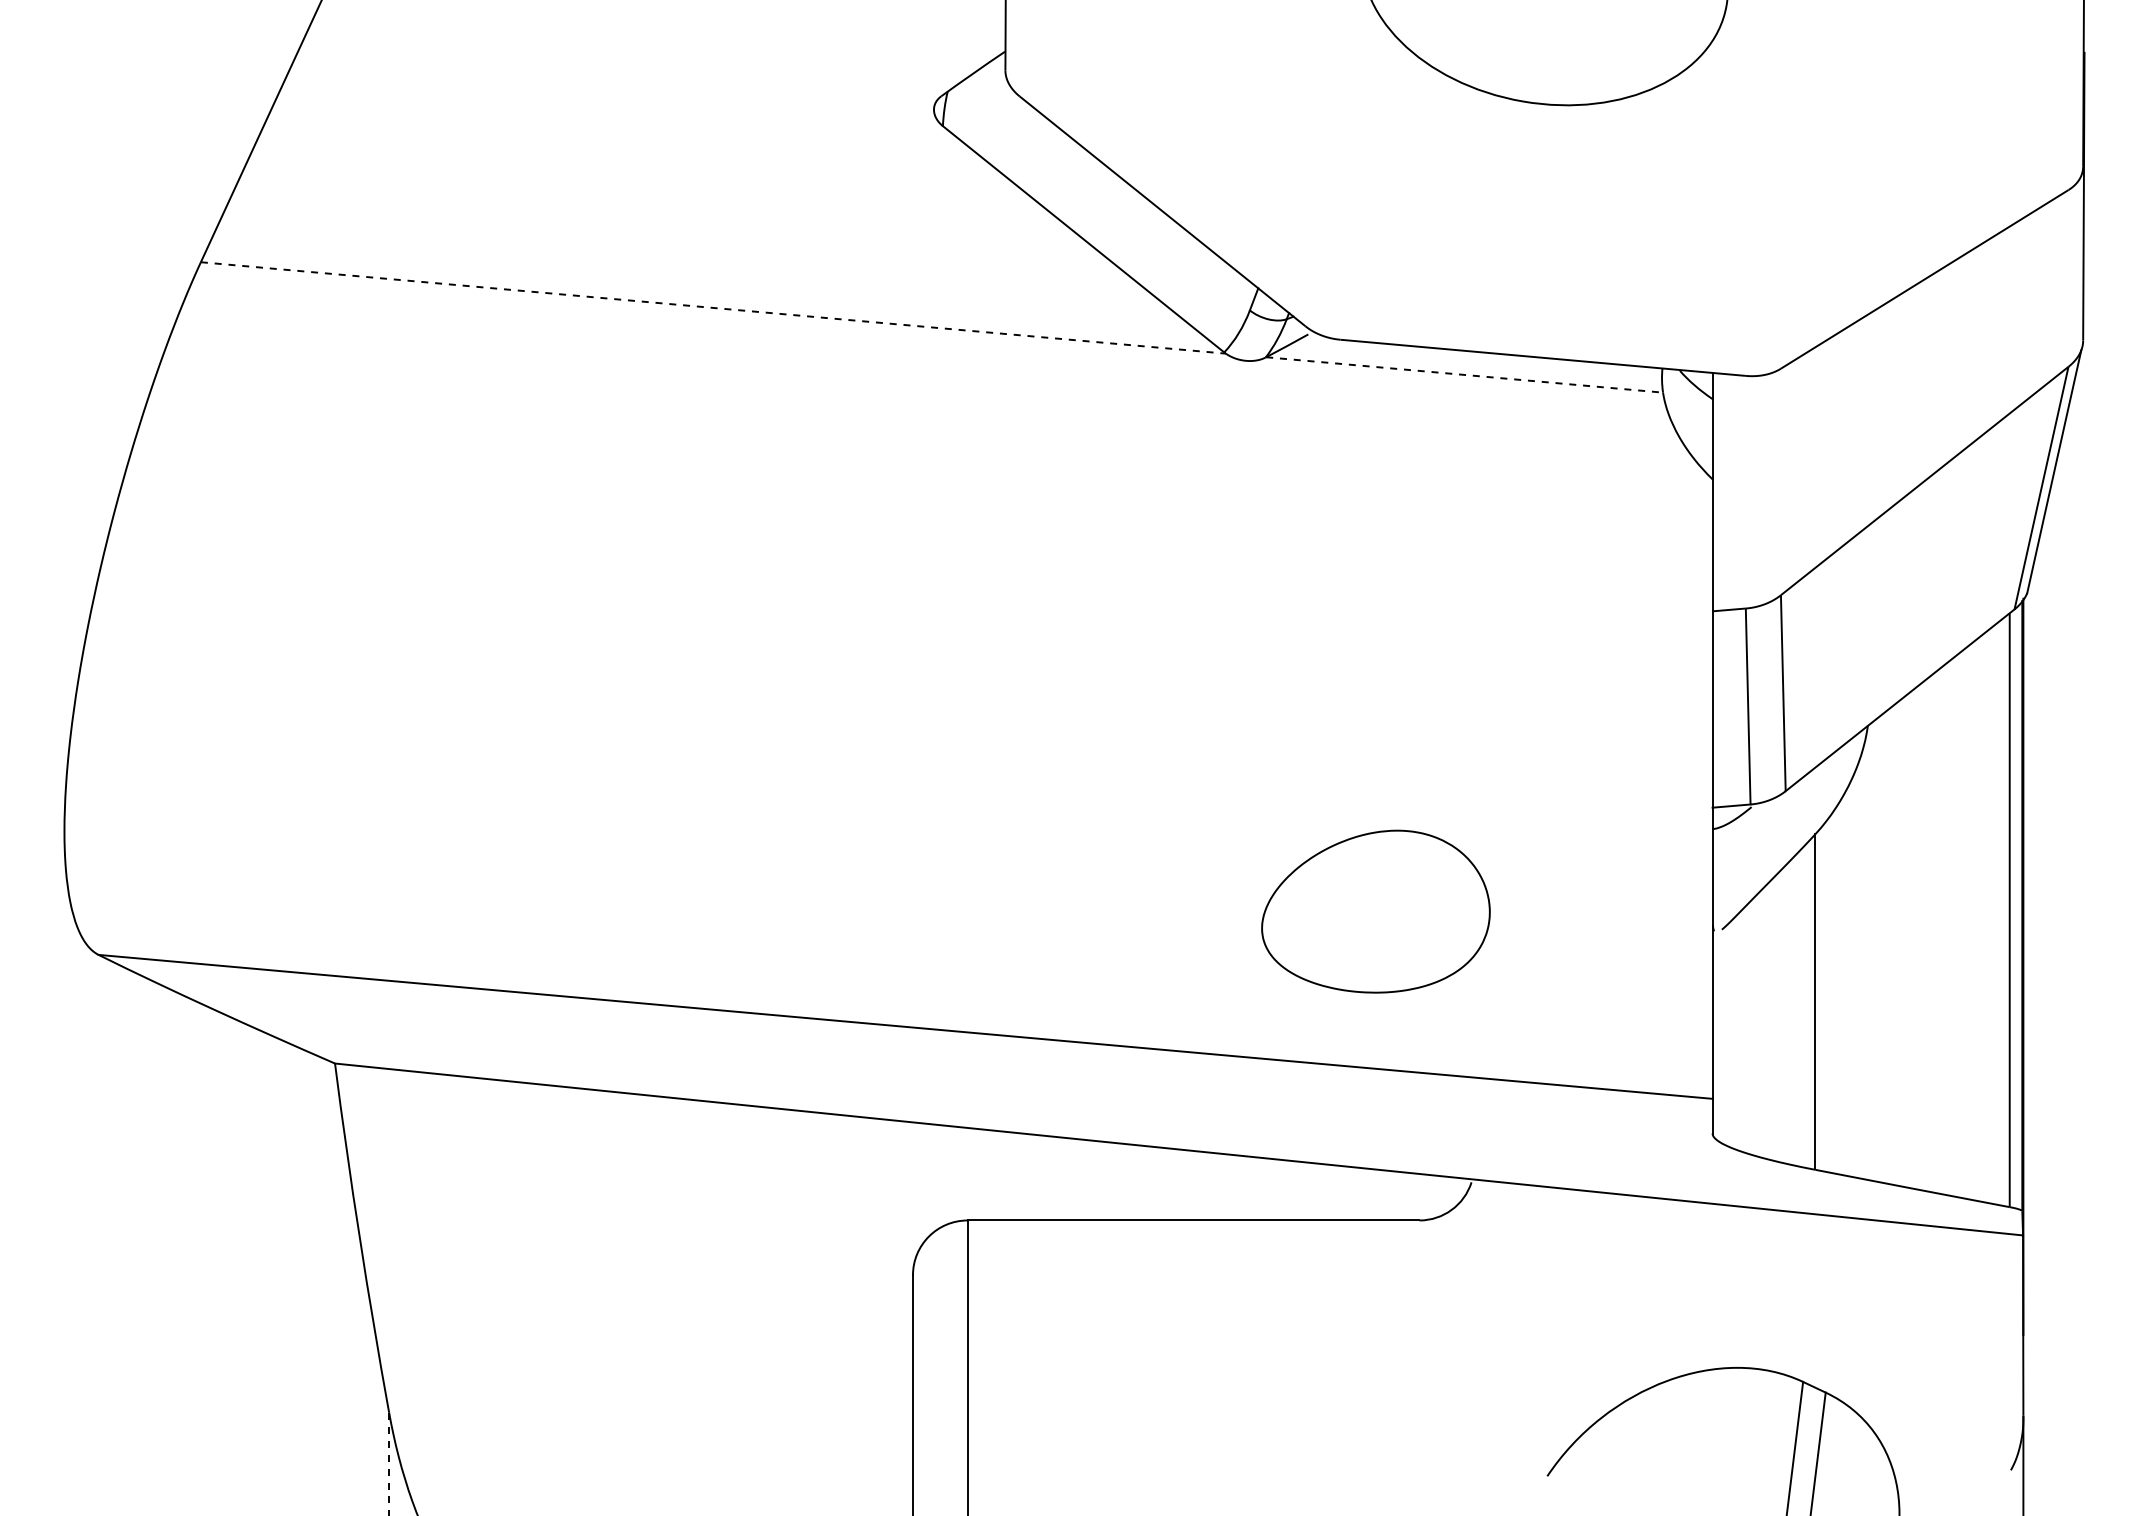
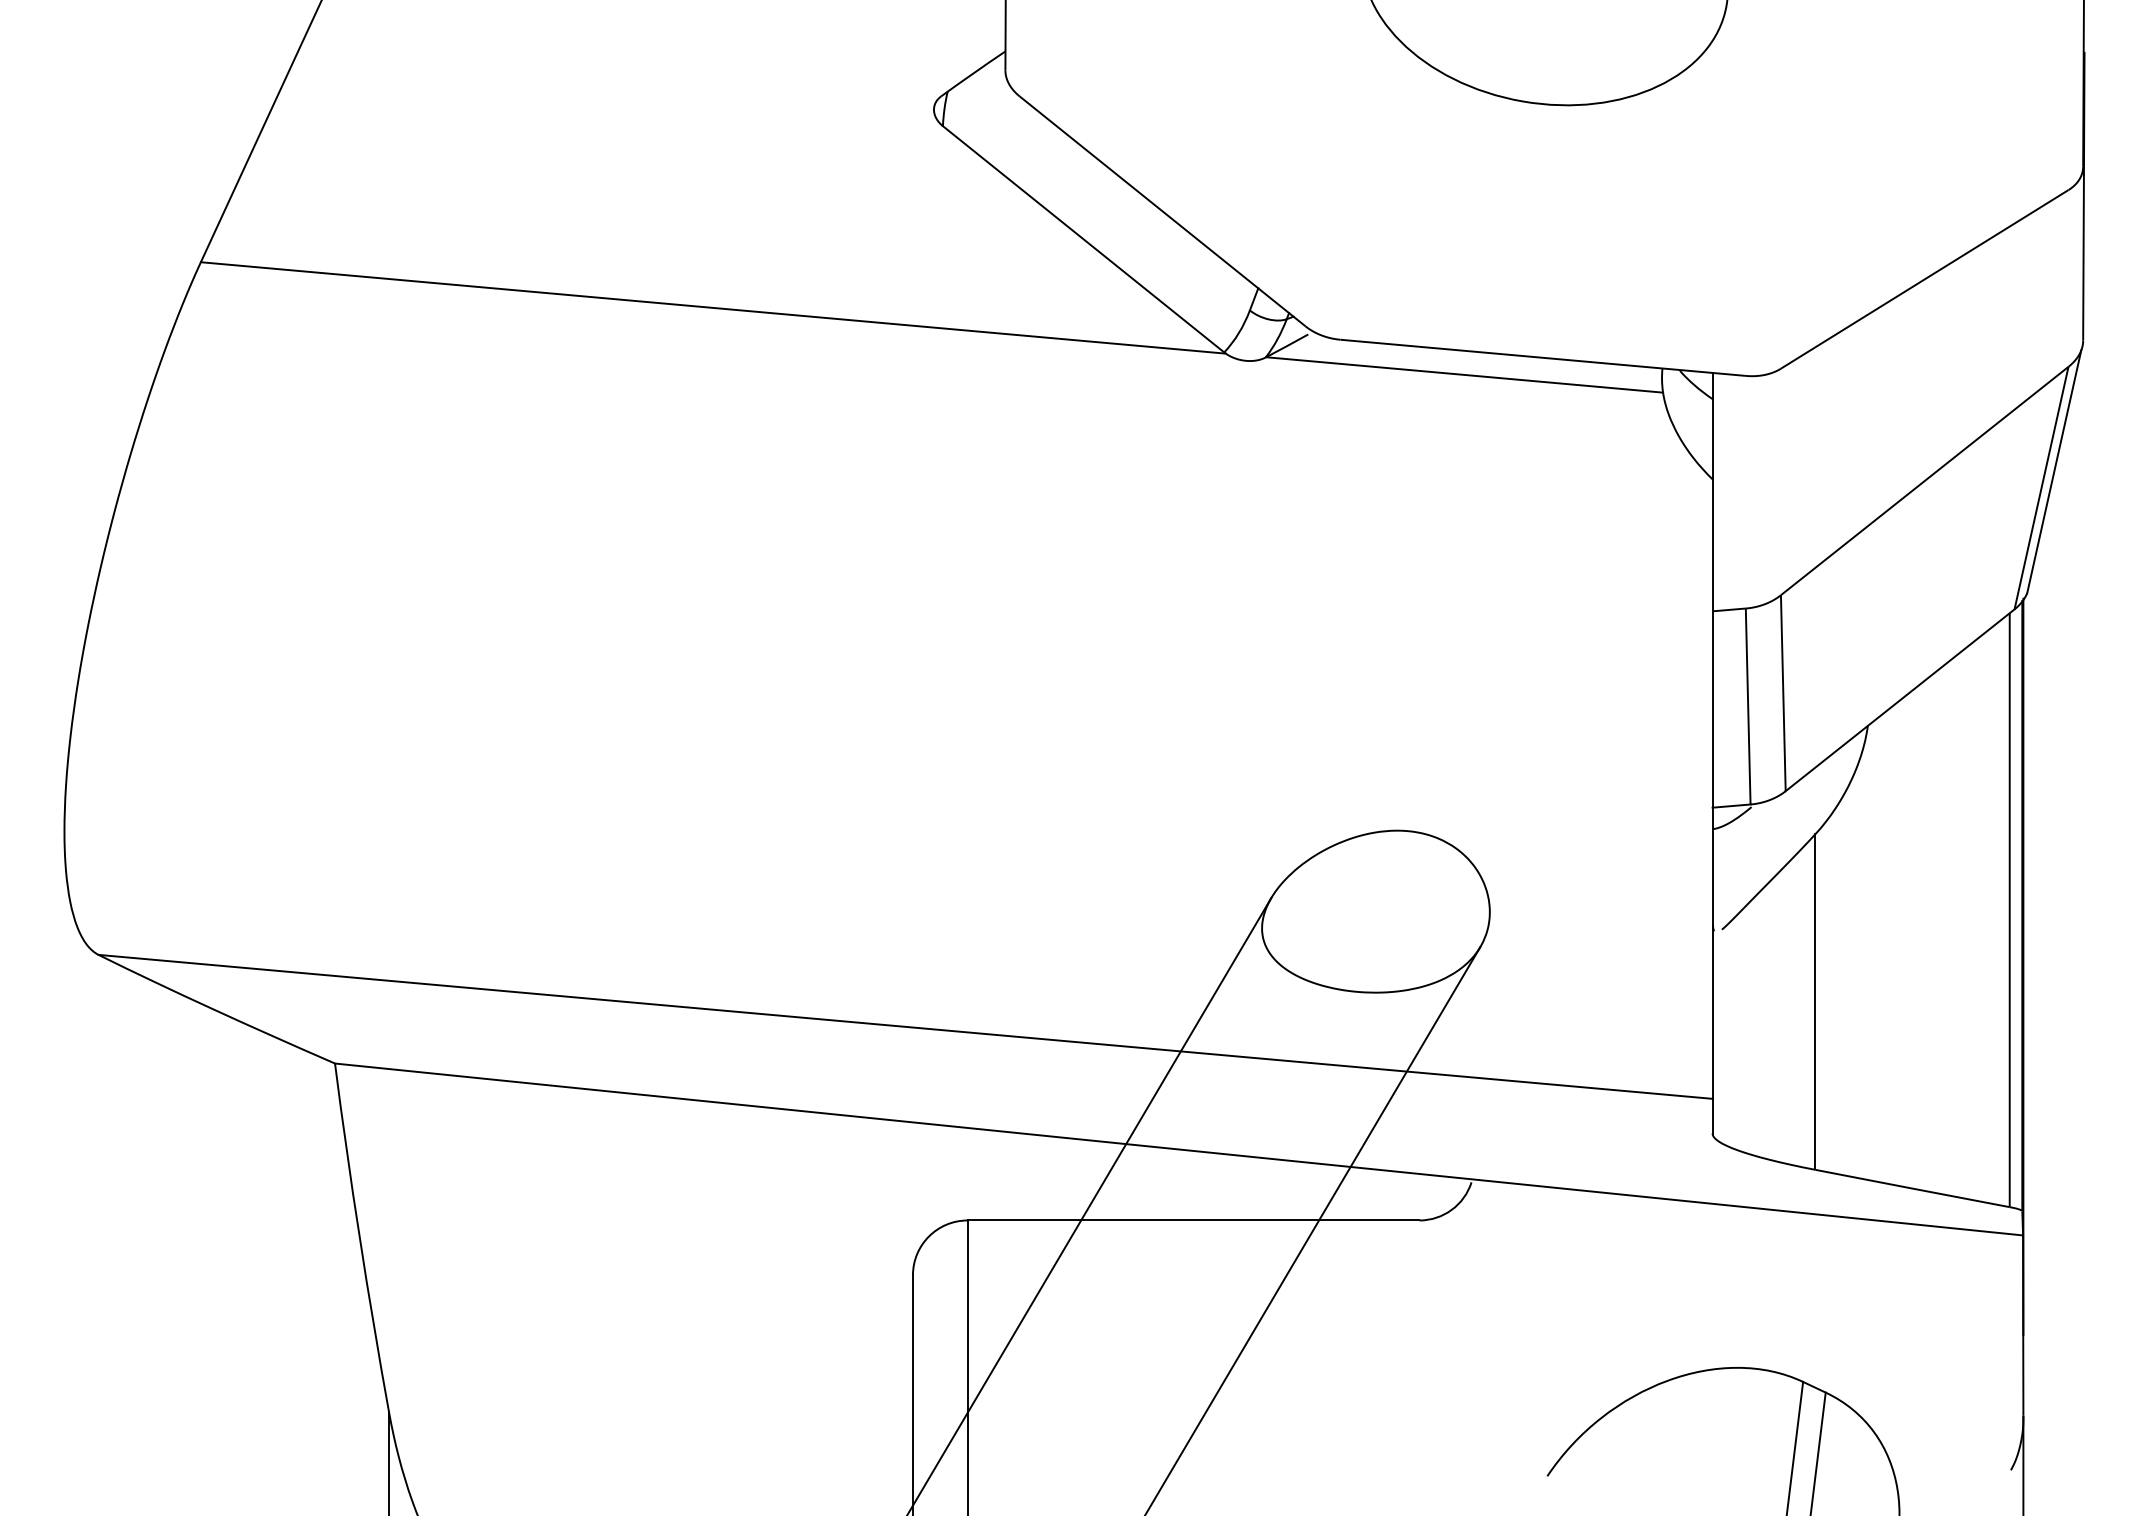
line at (713, 307): dashed -> solid
line at (1465, 374): dashed -> solid
line at (1090, 1204): none -> present
line at (1313, 1229): none -> present
line at (389, 1463): dashed -> solid
